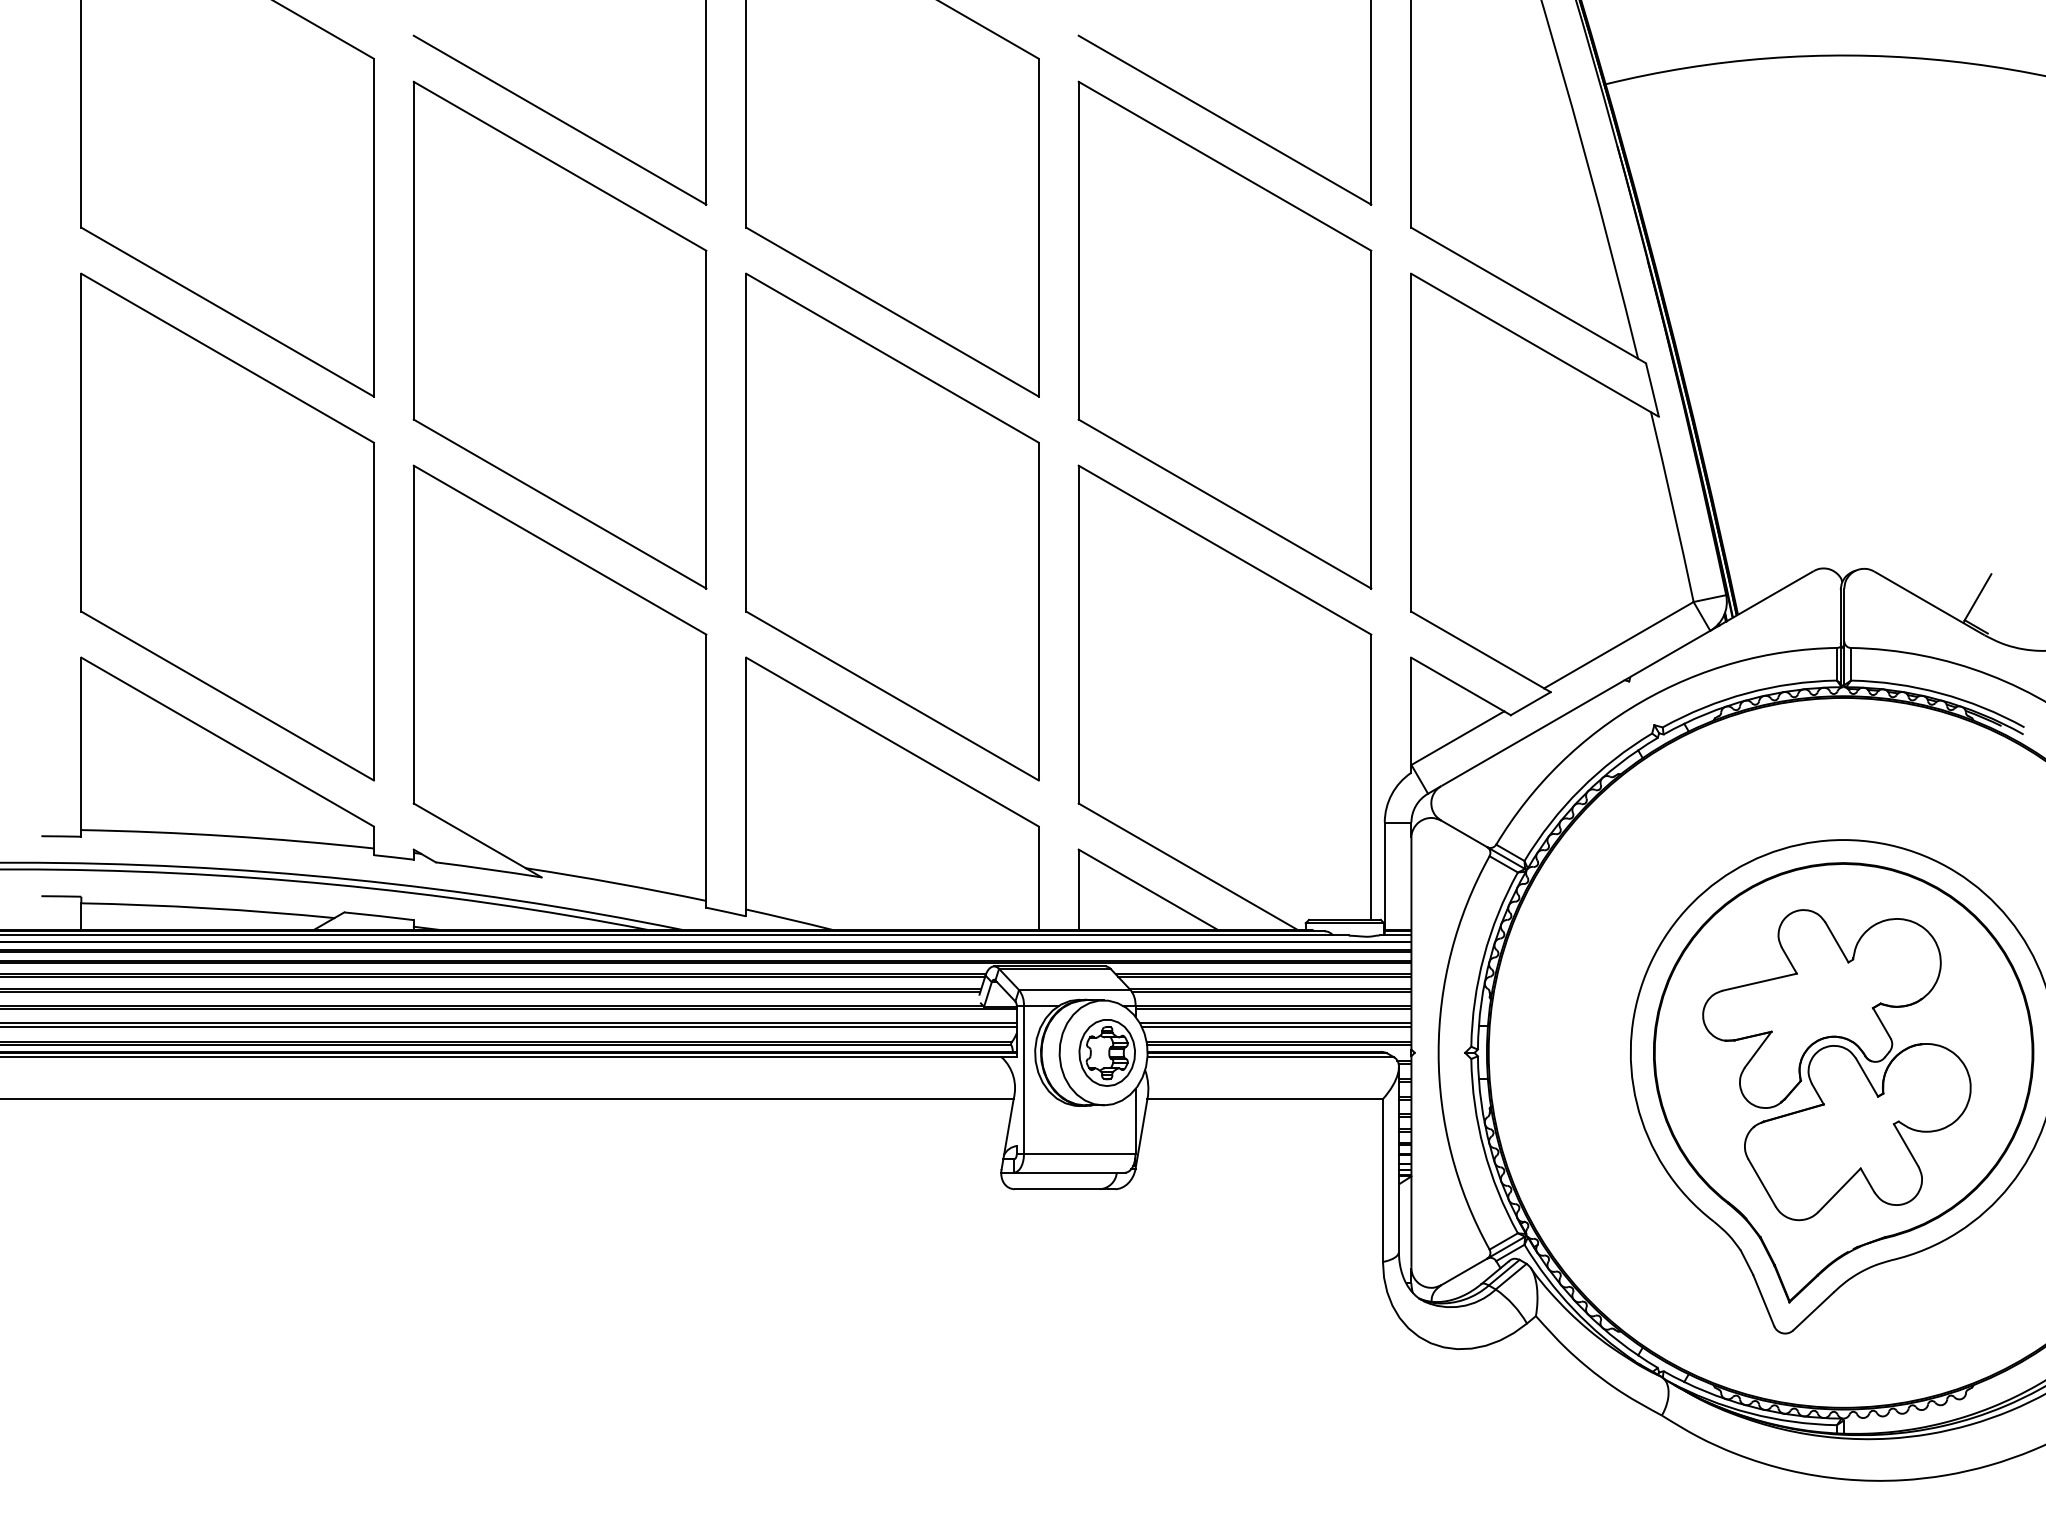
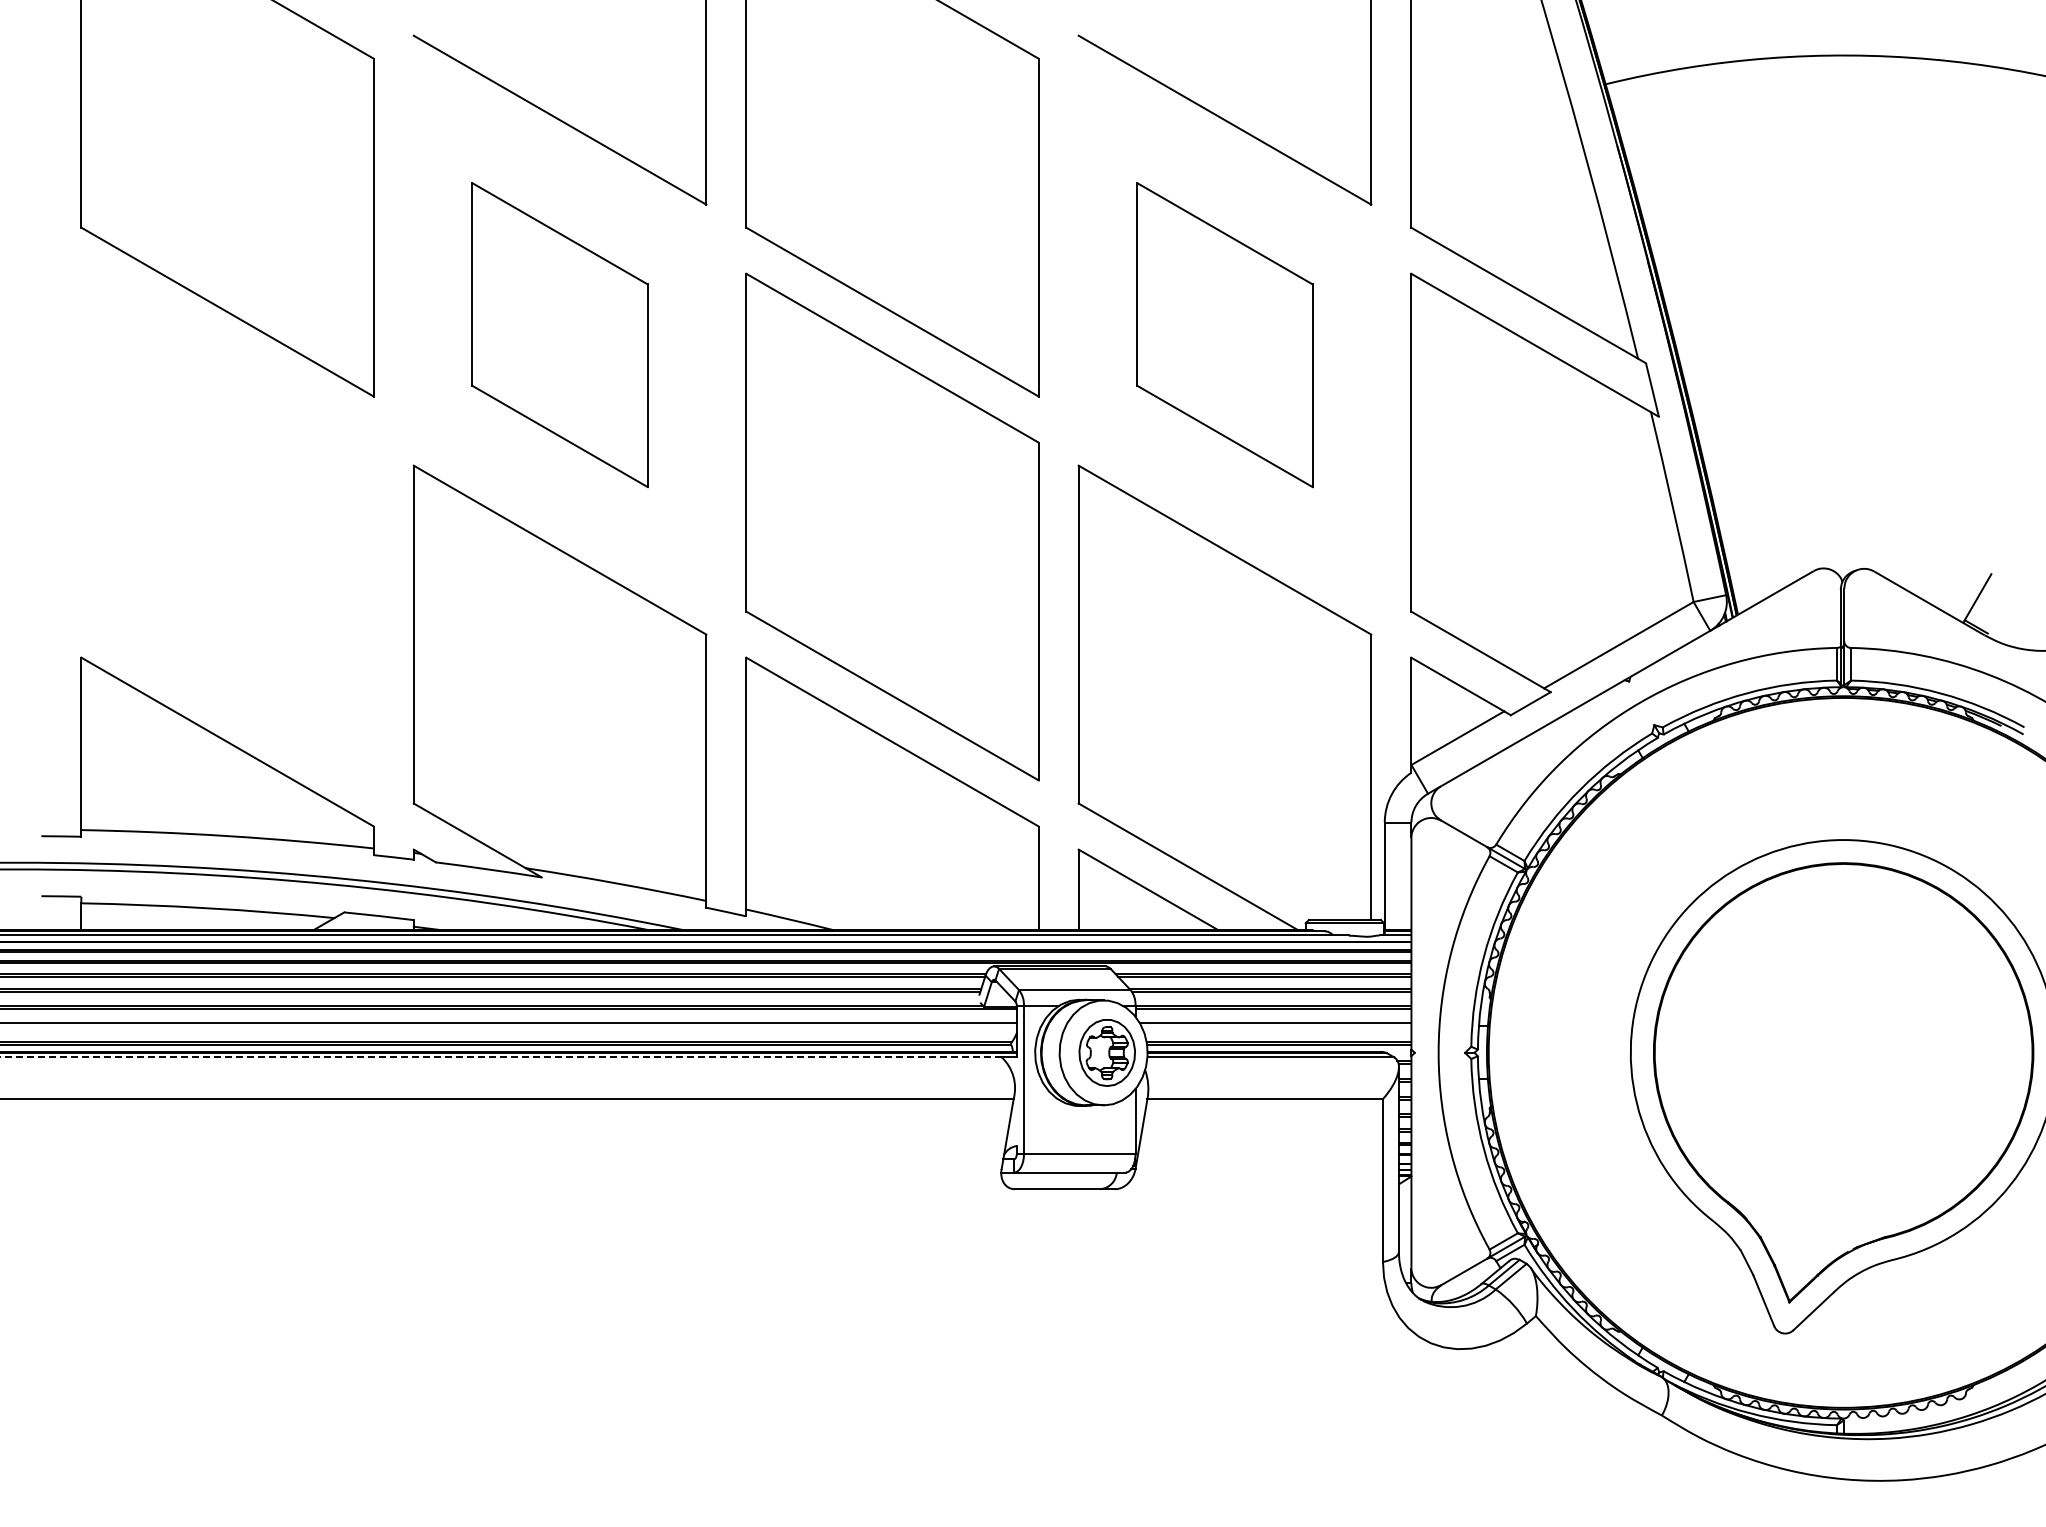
part at (559, 334) size: 296x510 px -> 178x307 px
part at (1224, 334) size: 296x510 px -> 178x307 px
part at (227, 526): present -> none
line at (509, 1026): present -> none
line at (1276, 1026): present -> none
line at (501, 1057): solid -> dashed
part at (1836, 1065): present -> none
